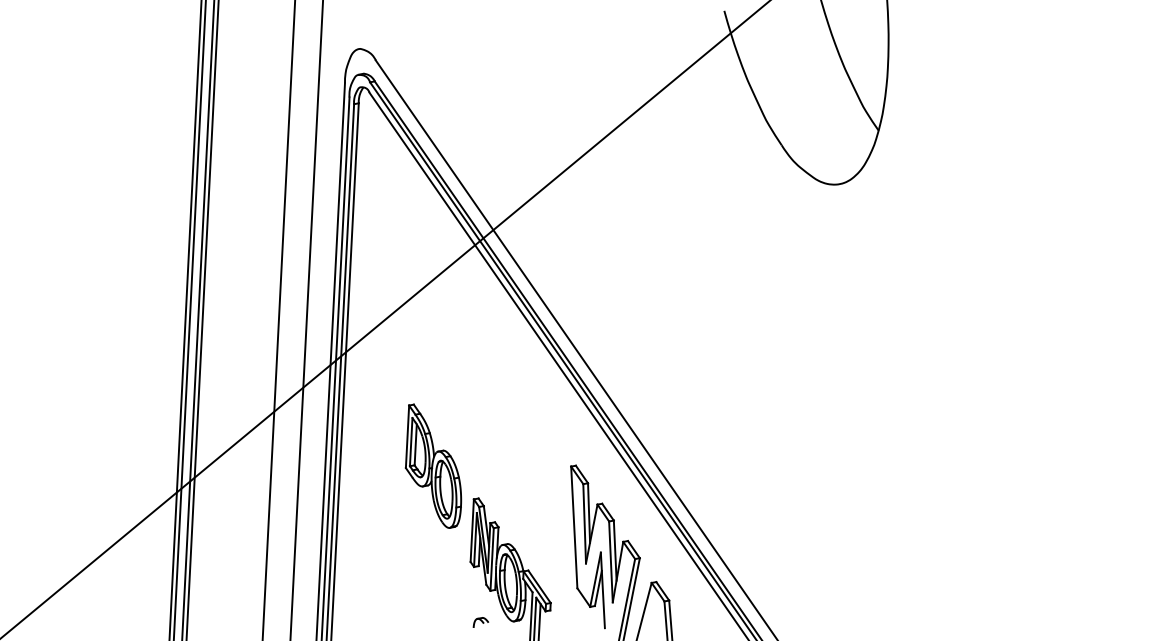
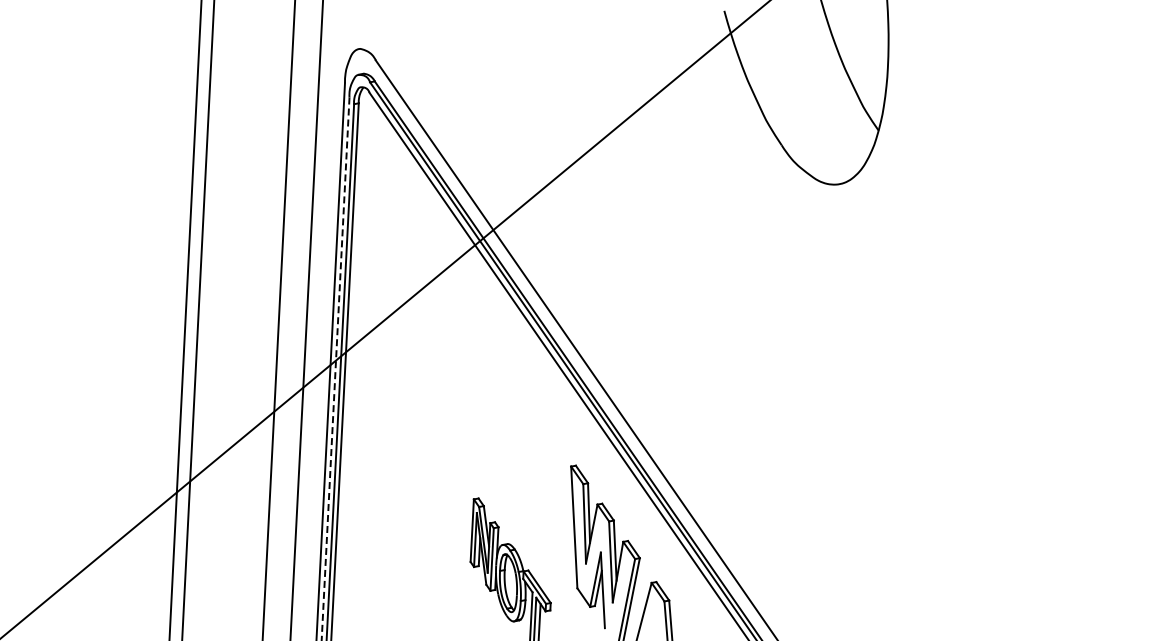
line at (189, 319): present -> none
line at (202, 319): present -> none
line at (335, 368): solid -> dashed
part at (433, 465): present -> none
part at (480, 622): present -> none
